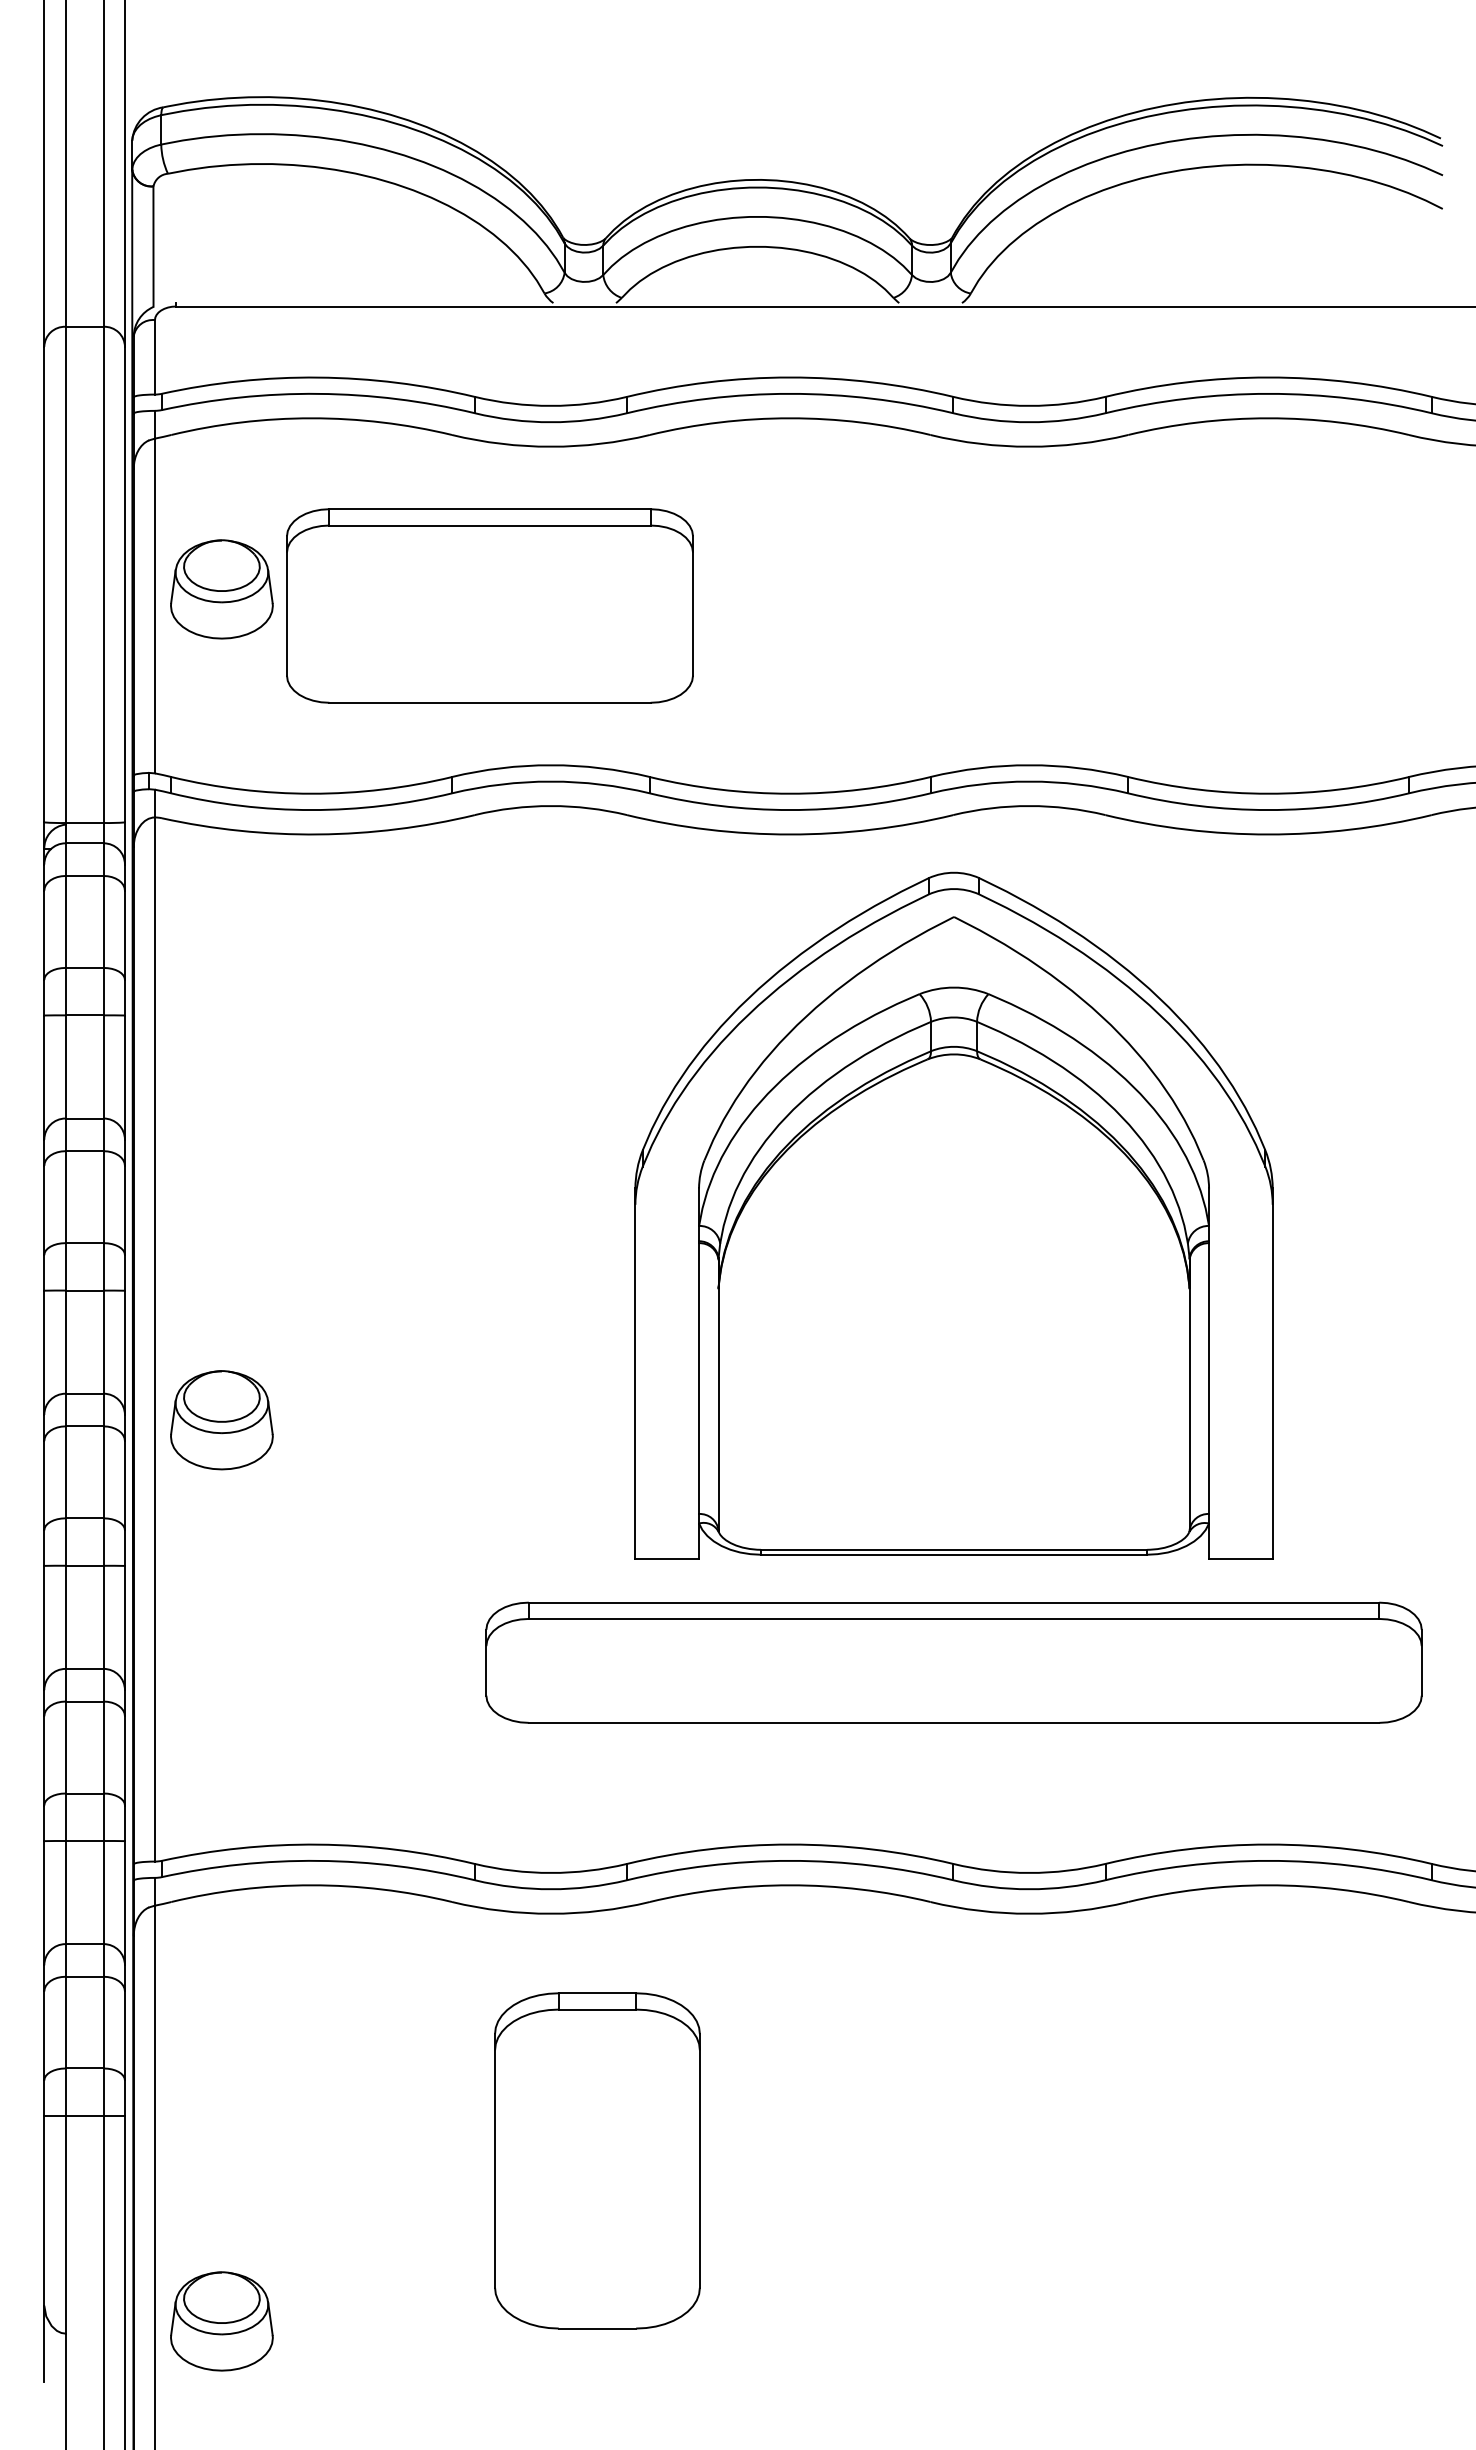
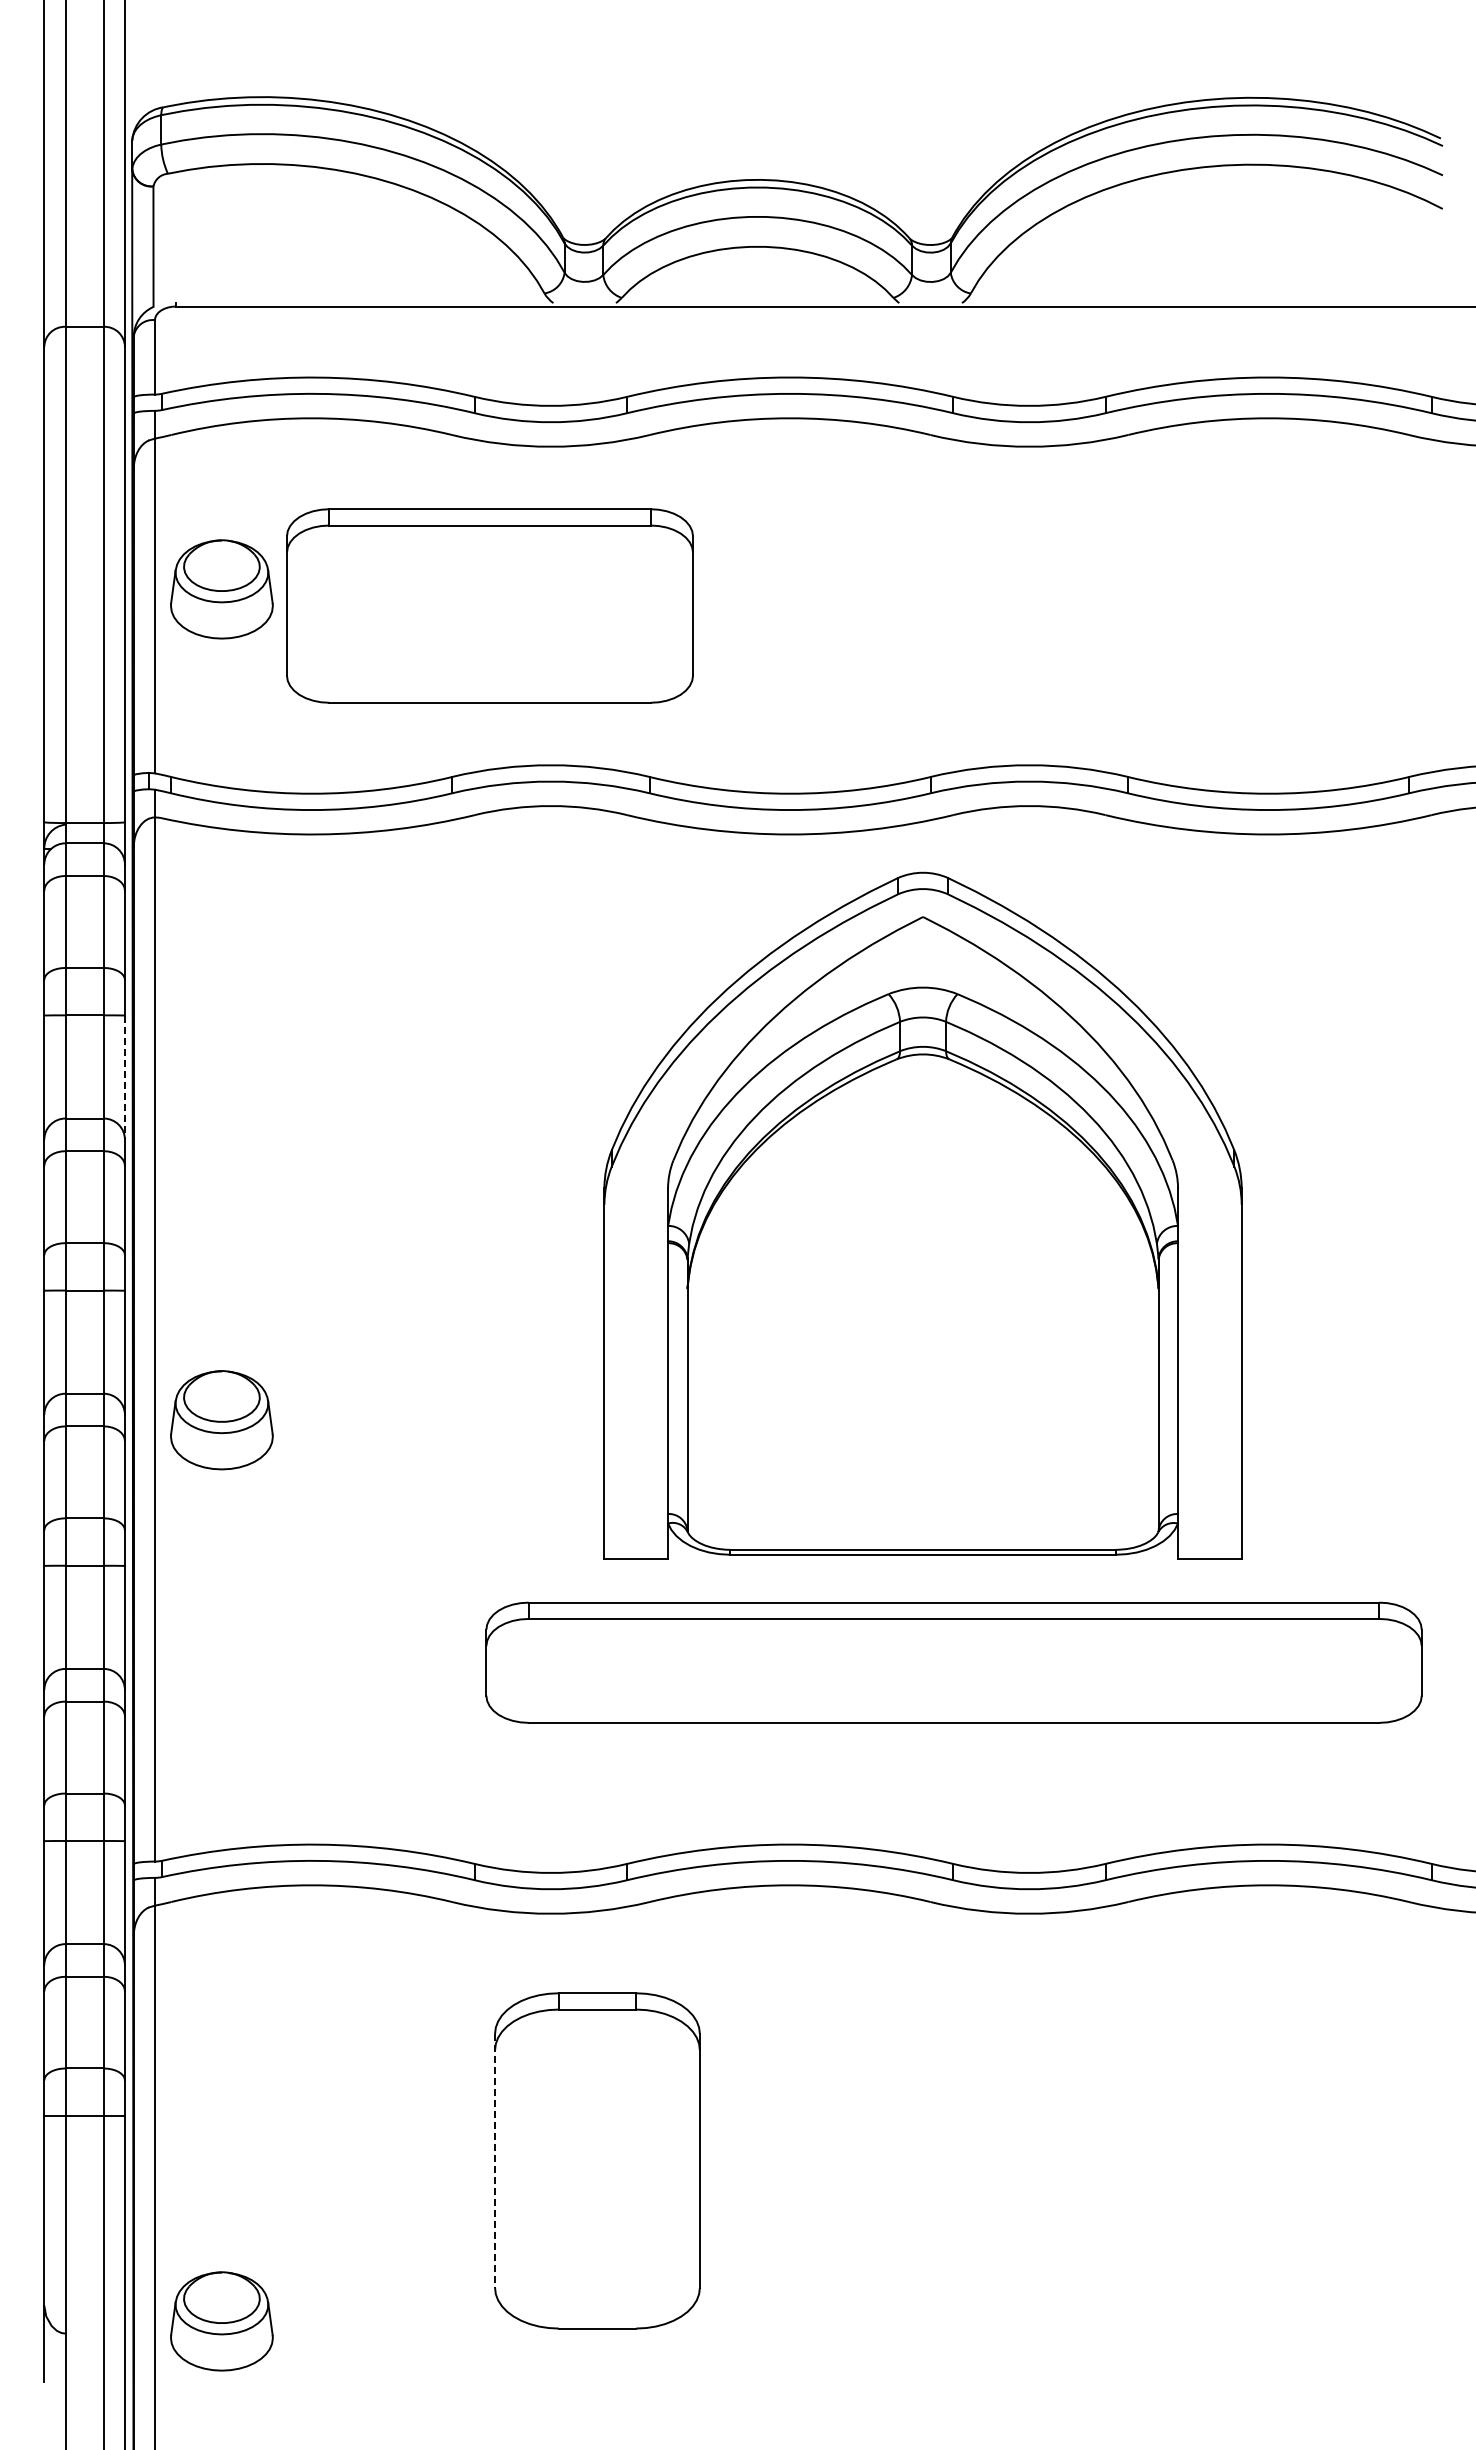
line at (124, 1078): solid -> dashed
part at (953, 1215) position: (953, 1215) -> (922, 1215)
line at (495, 2160): solid -> dashed
